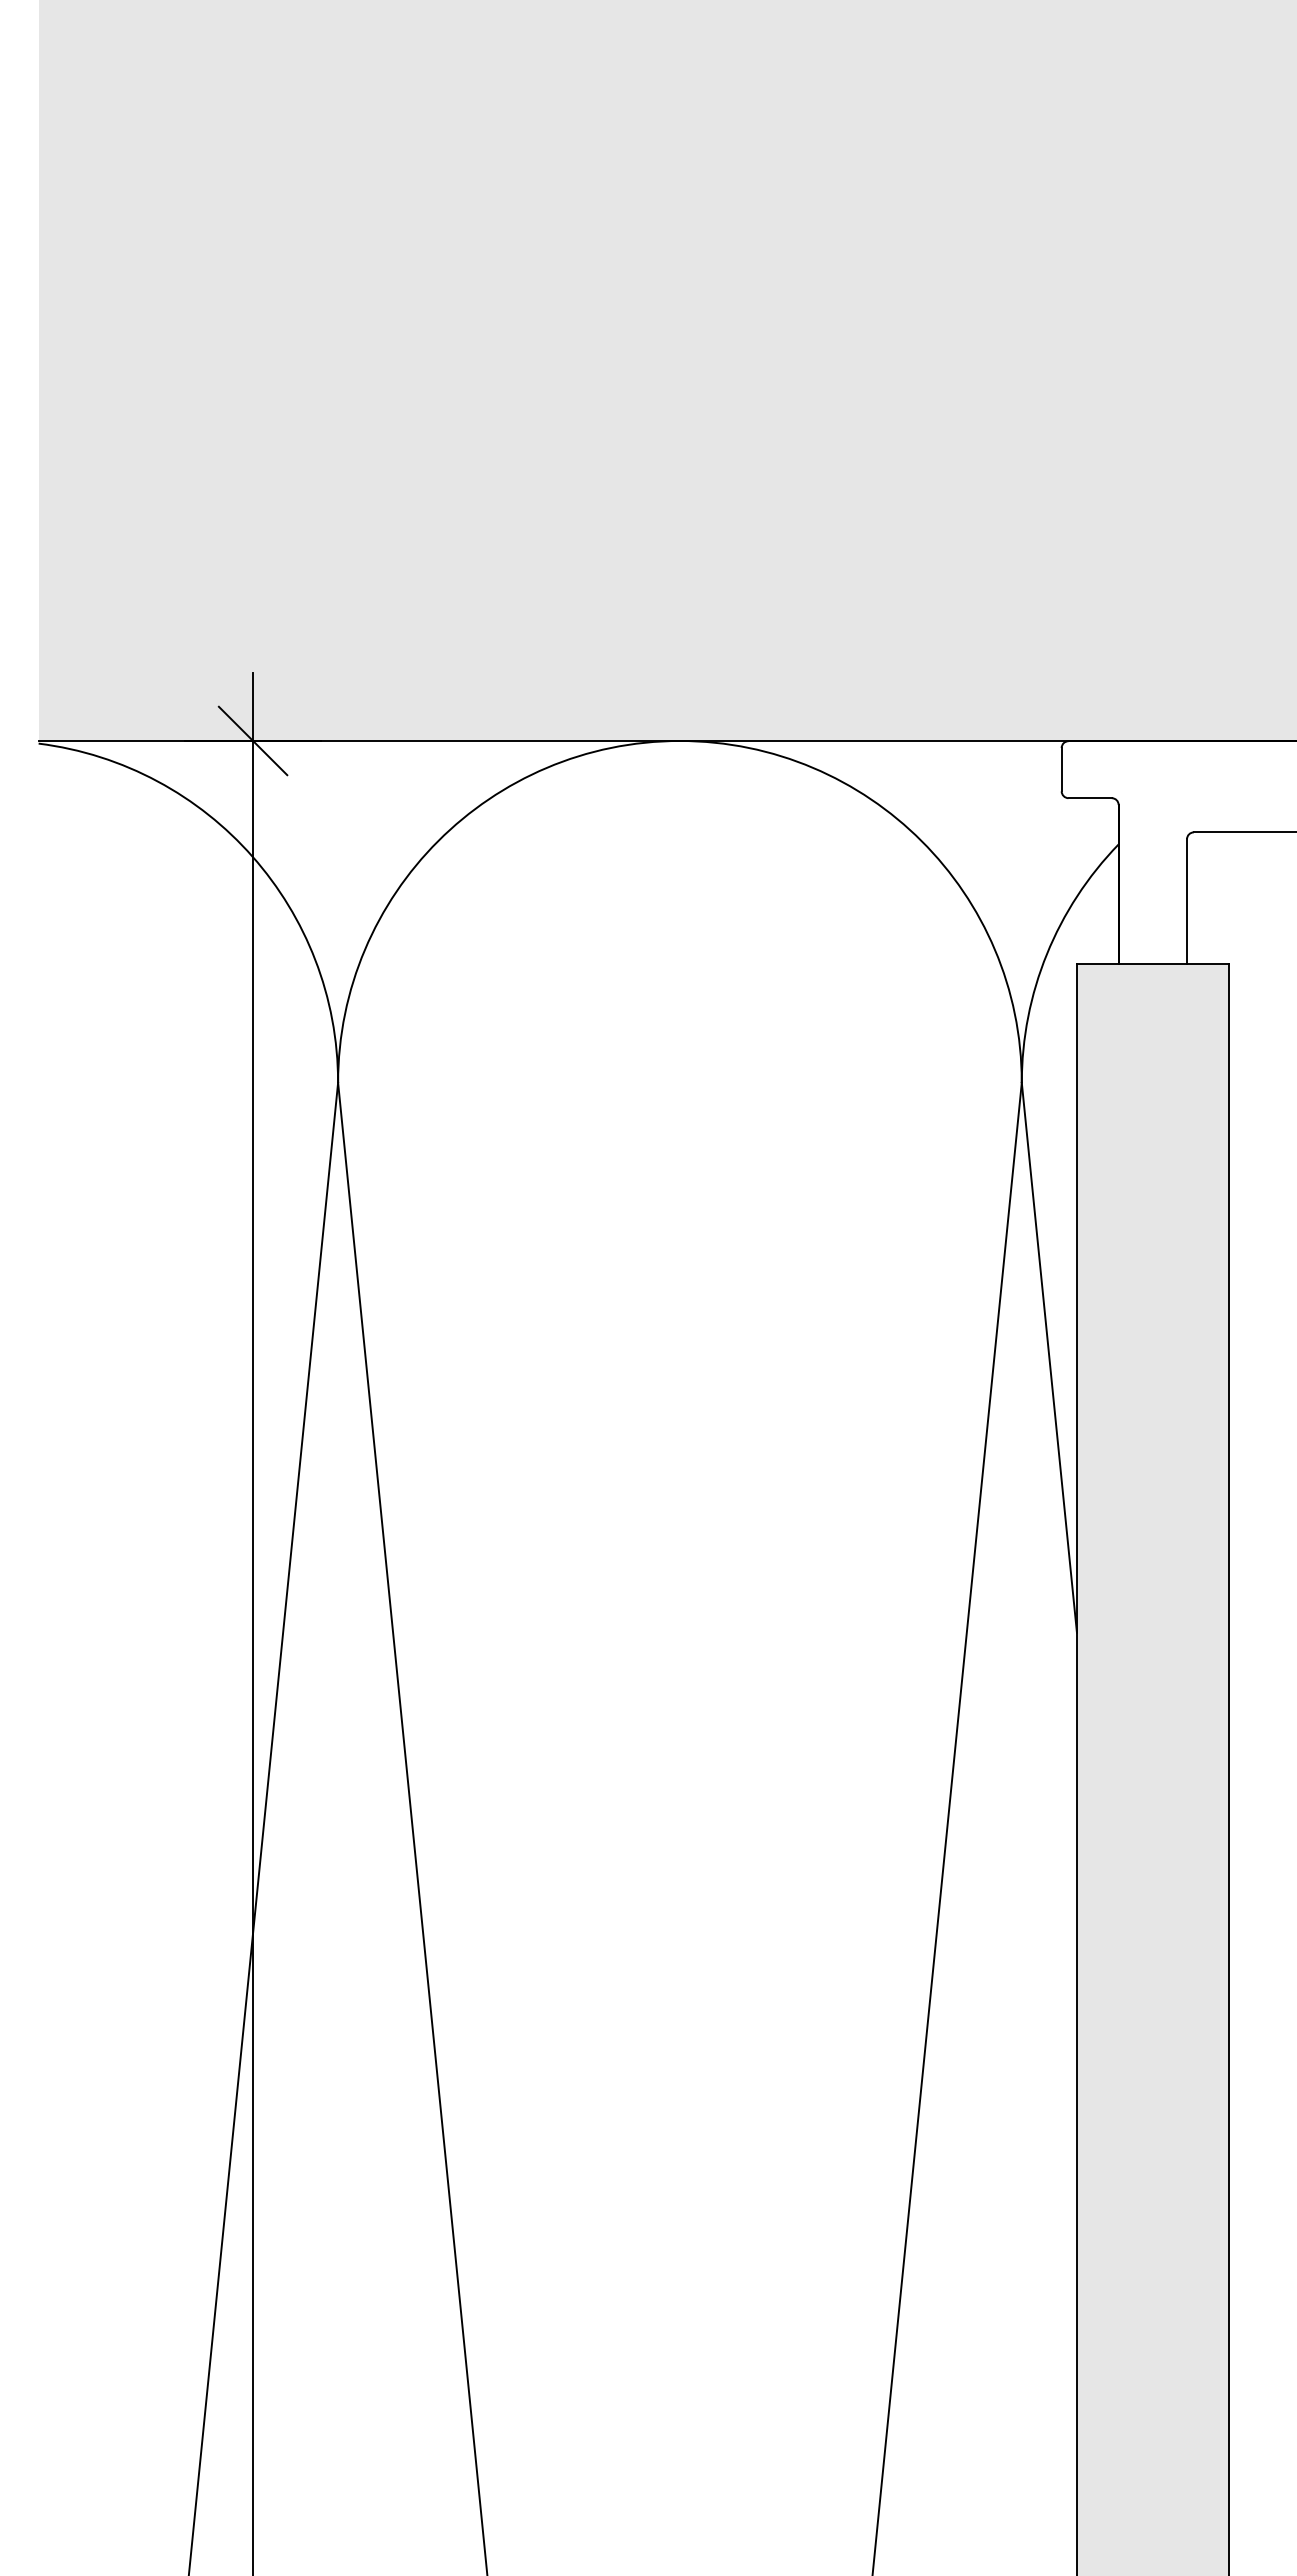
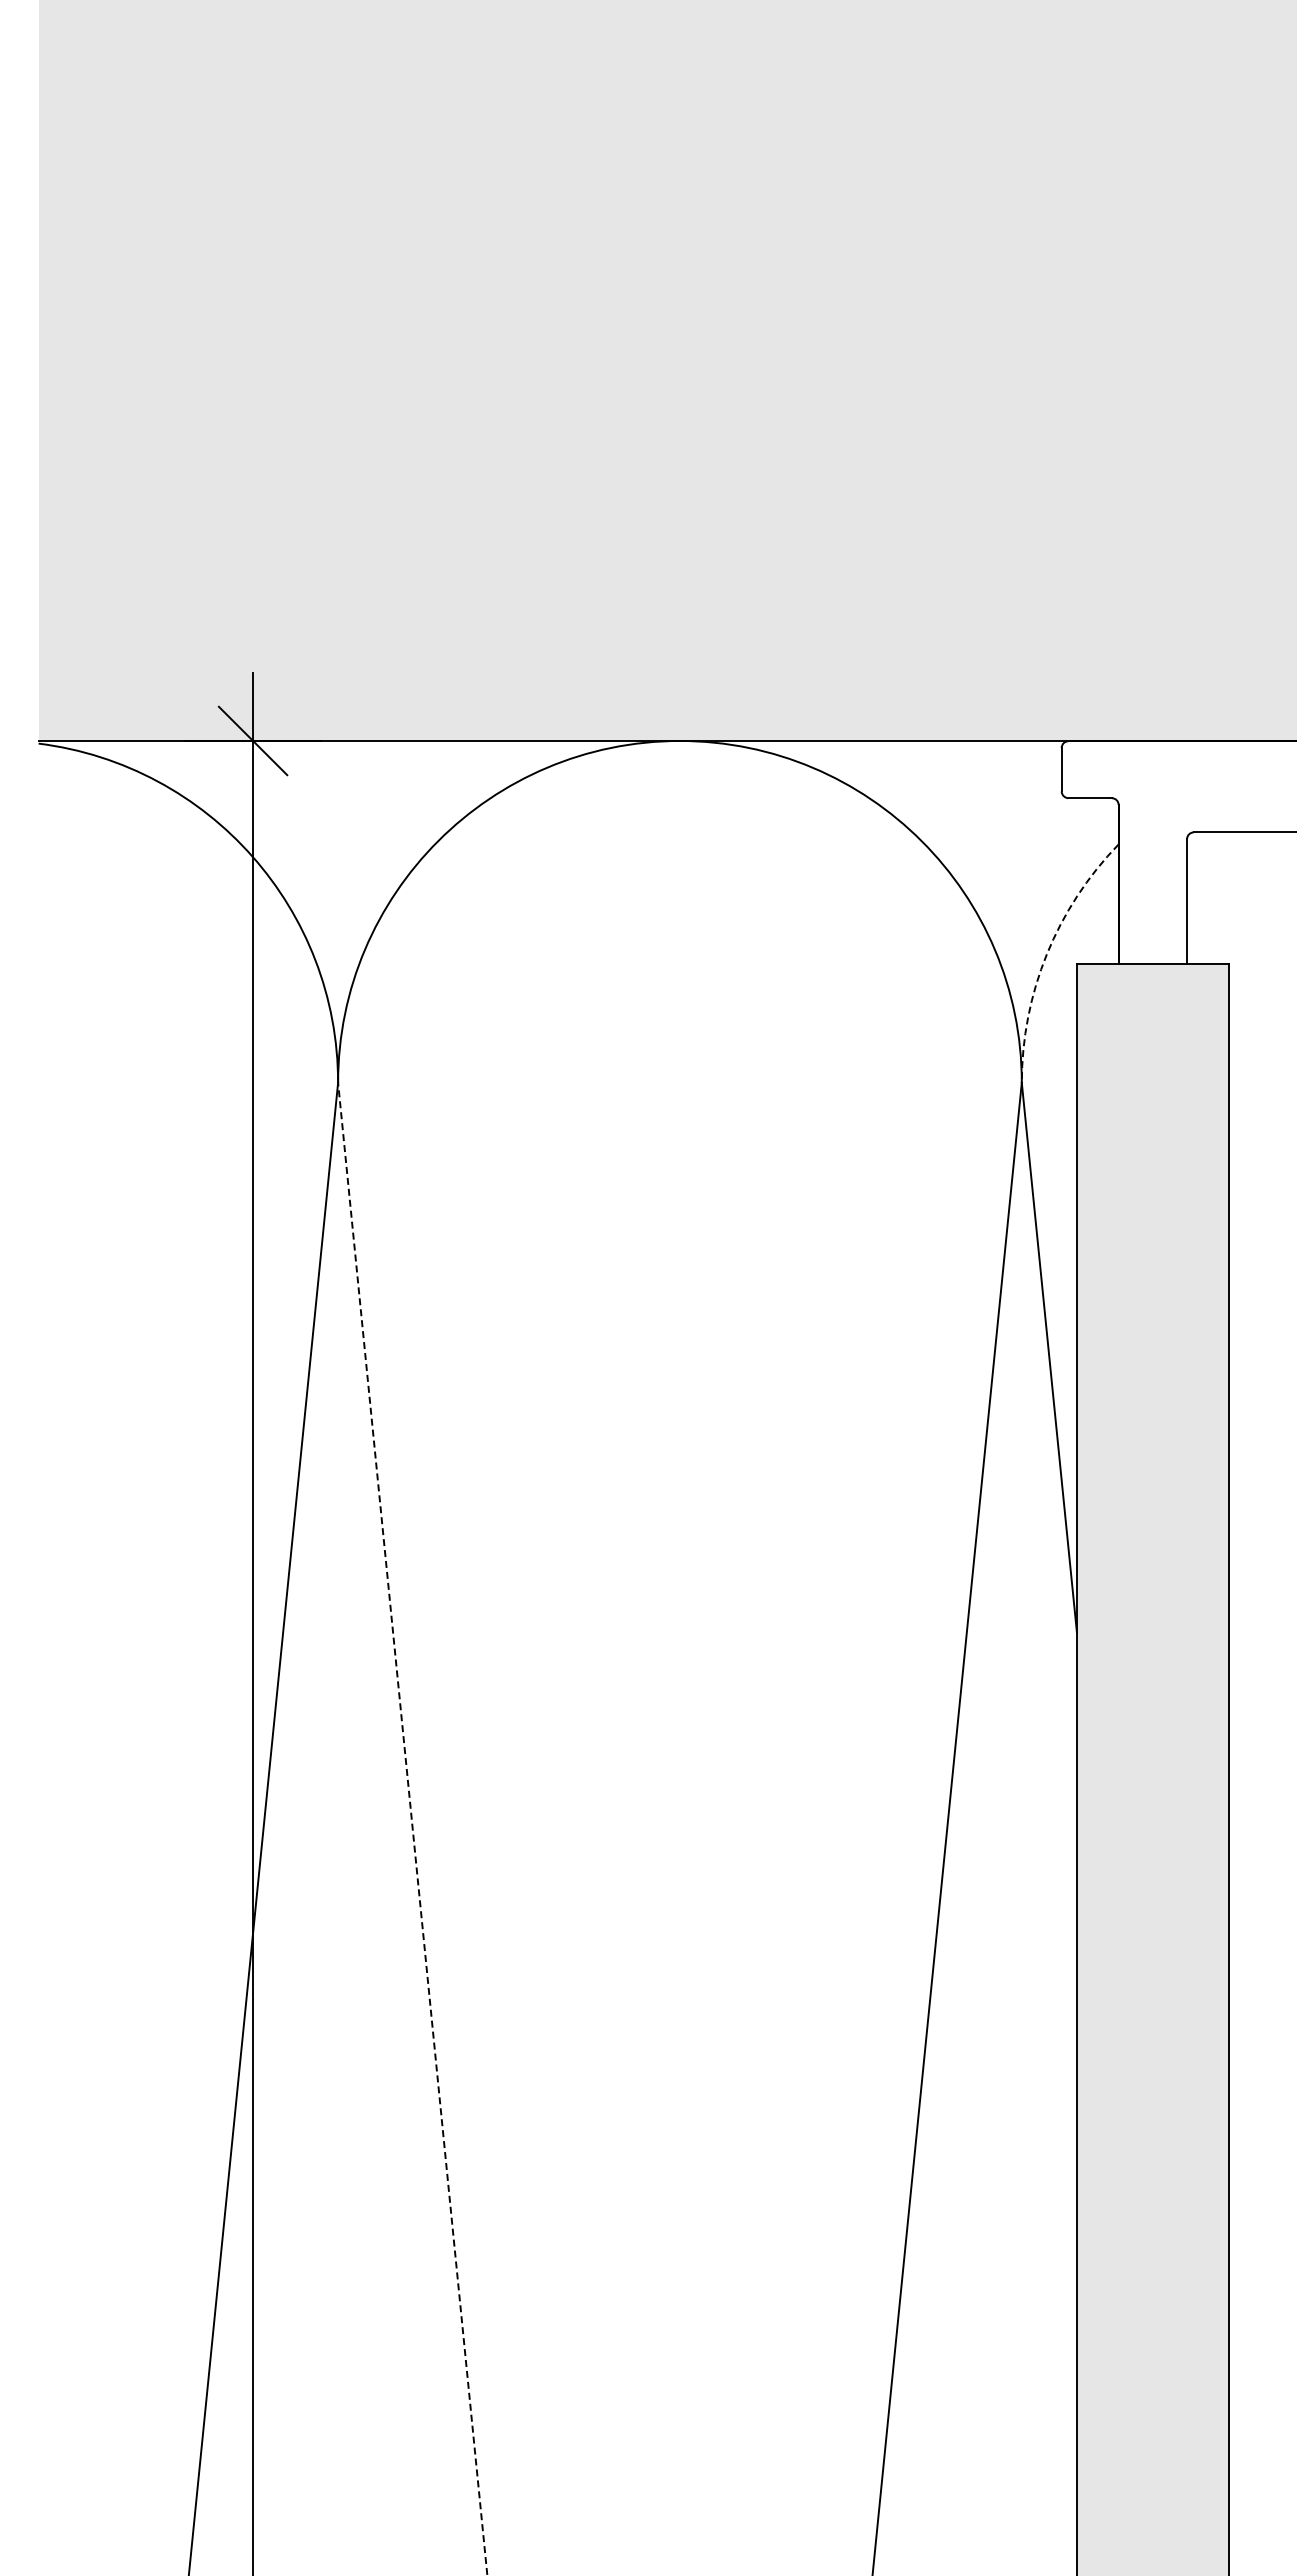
arc at (1046, 954): solid -> dashed
line at (412, 1829): solid -> dashed
